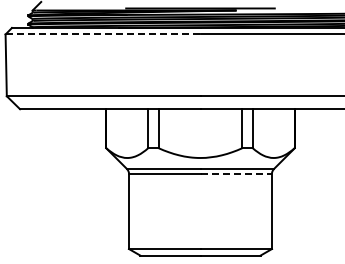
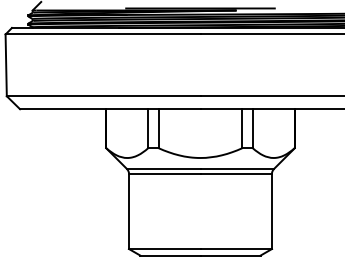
line at (103, 34): dashed -> solid
line at (236, 173): dashed -> solid
